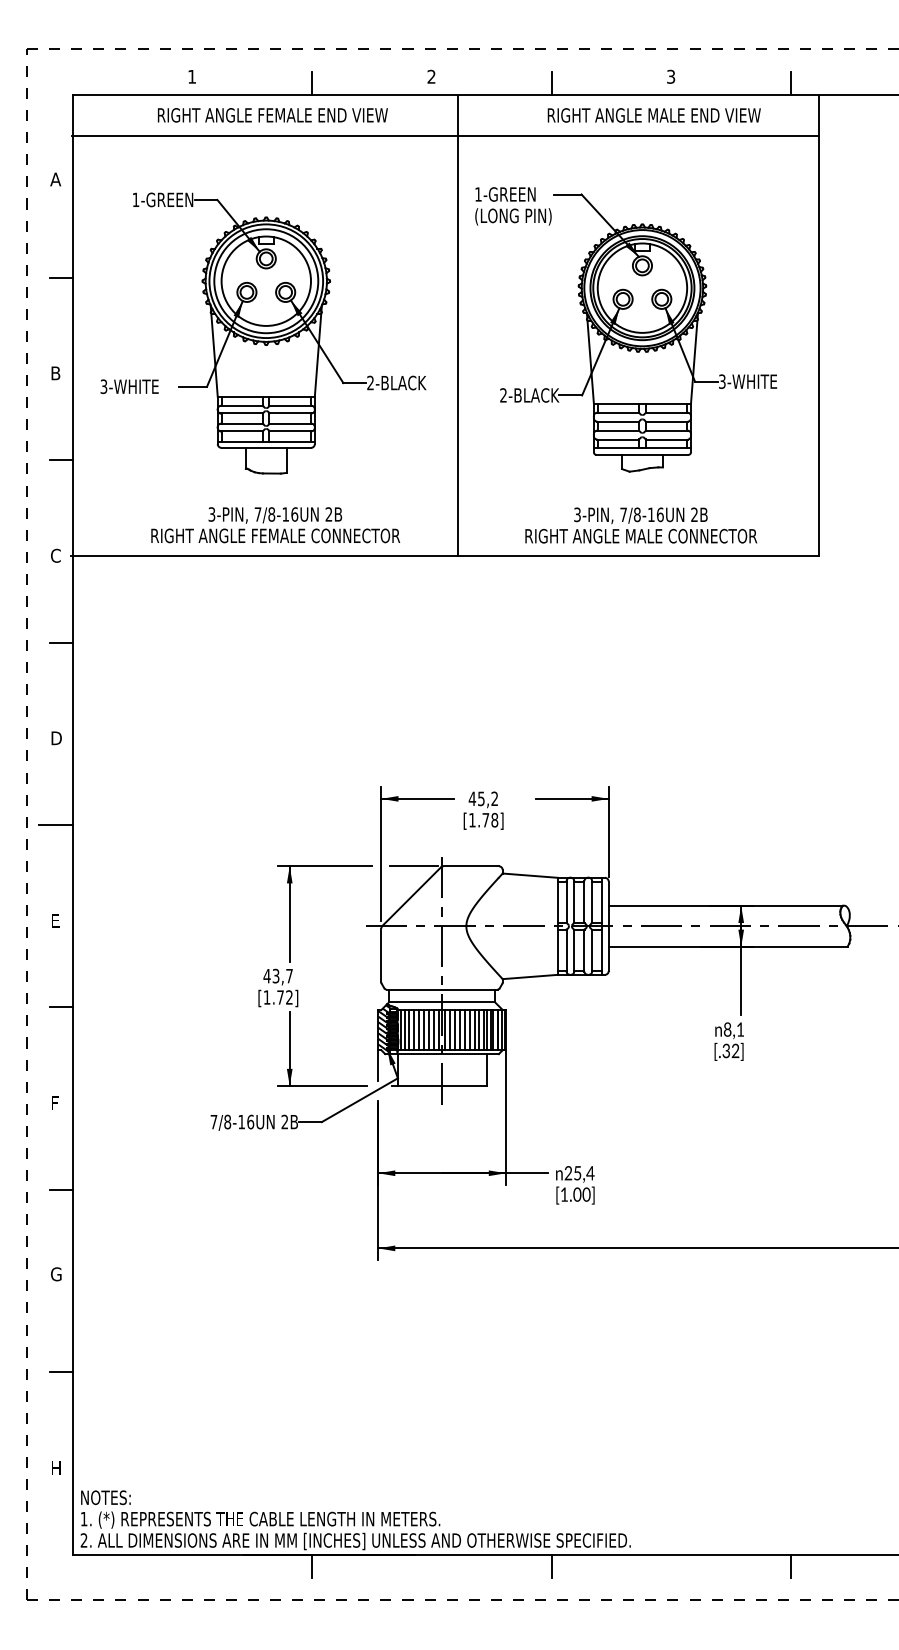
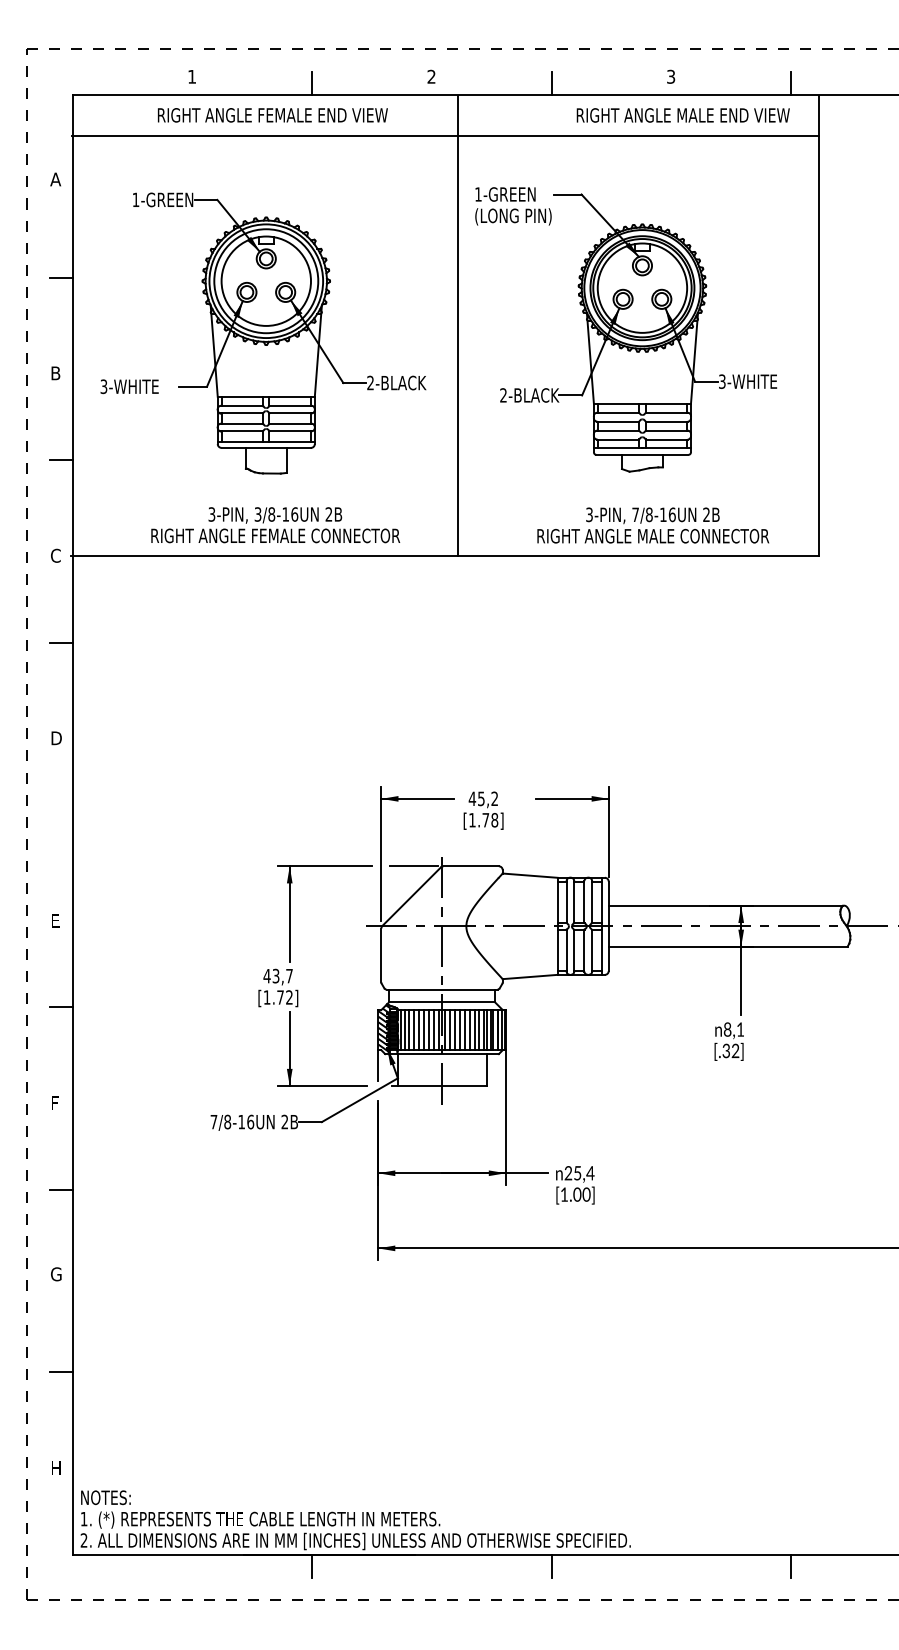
text at (653, 115) position: (653, 115) -> (682, 115)
text at (257, 514): 7/8-16UN -> 3/8-16UN
text at (641, 525) position: (641, 525) -> (653, 525)
line at (55, 825): present -> none
